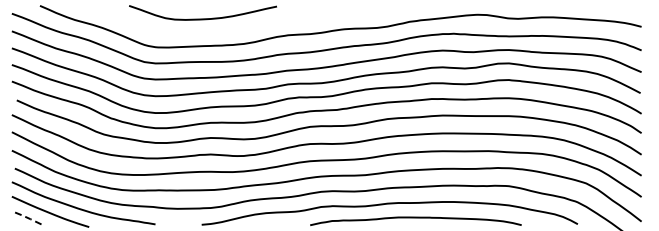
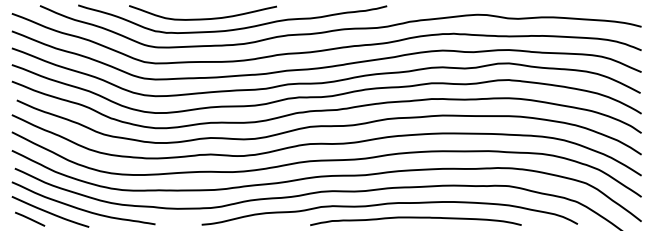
curve at (234, 28): none -> present
line at (30, 219): dashed -> solid
